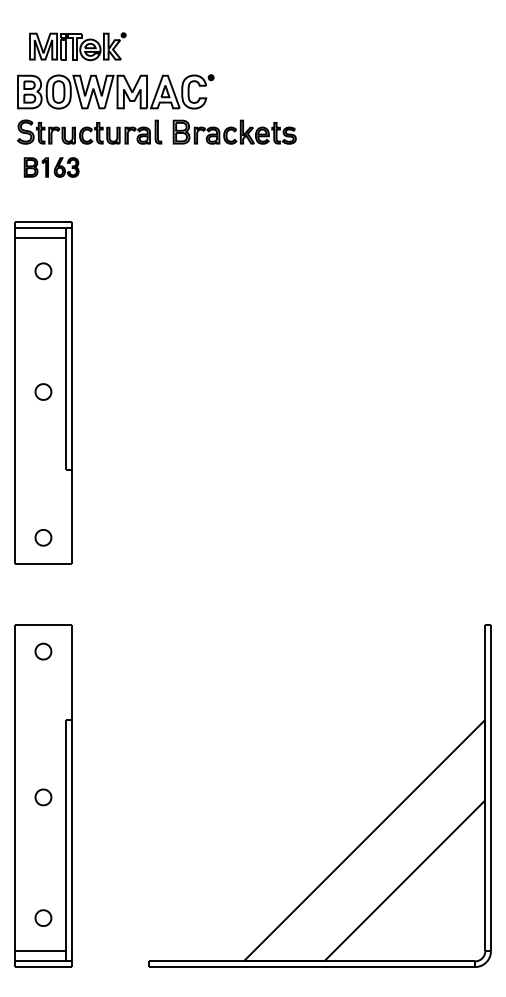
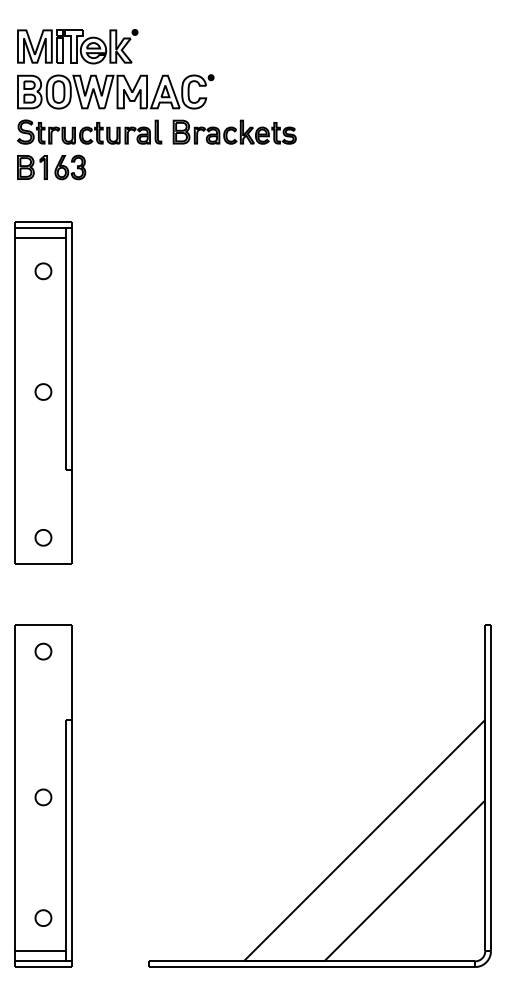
part at (77, 46) size: 98x30 px -> 122x36 px
part at (51, 167) size: 57x21 px -> 70x27 px
